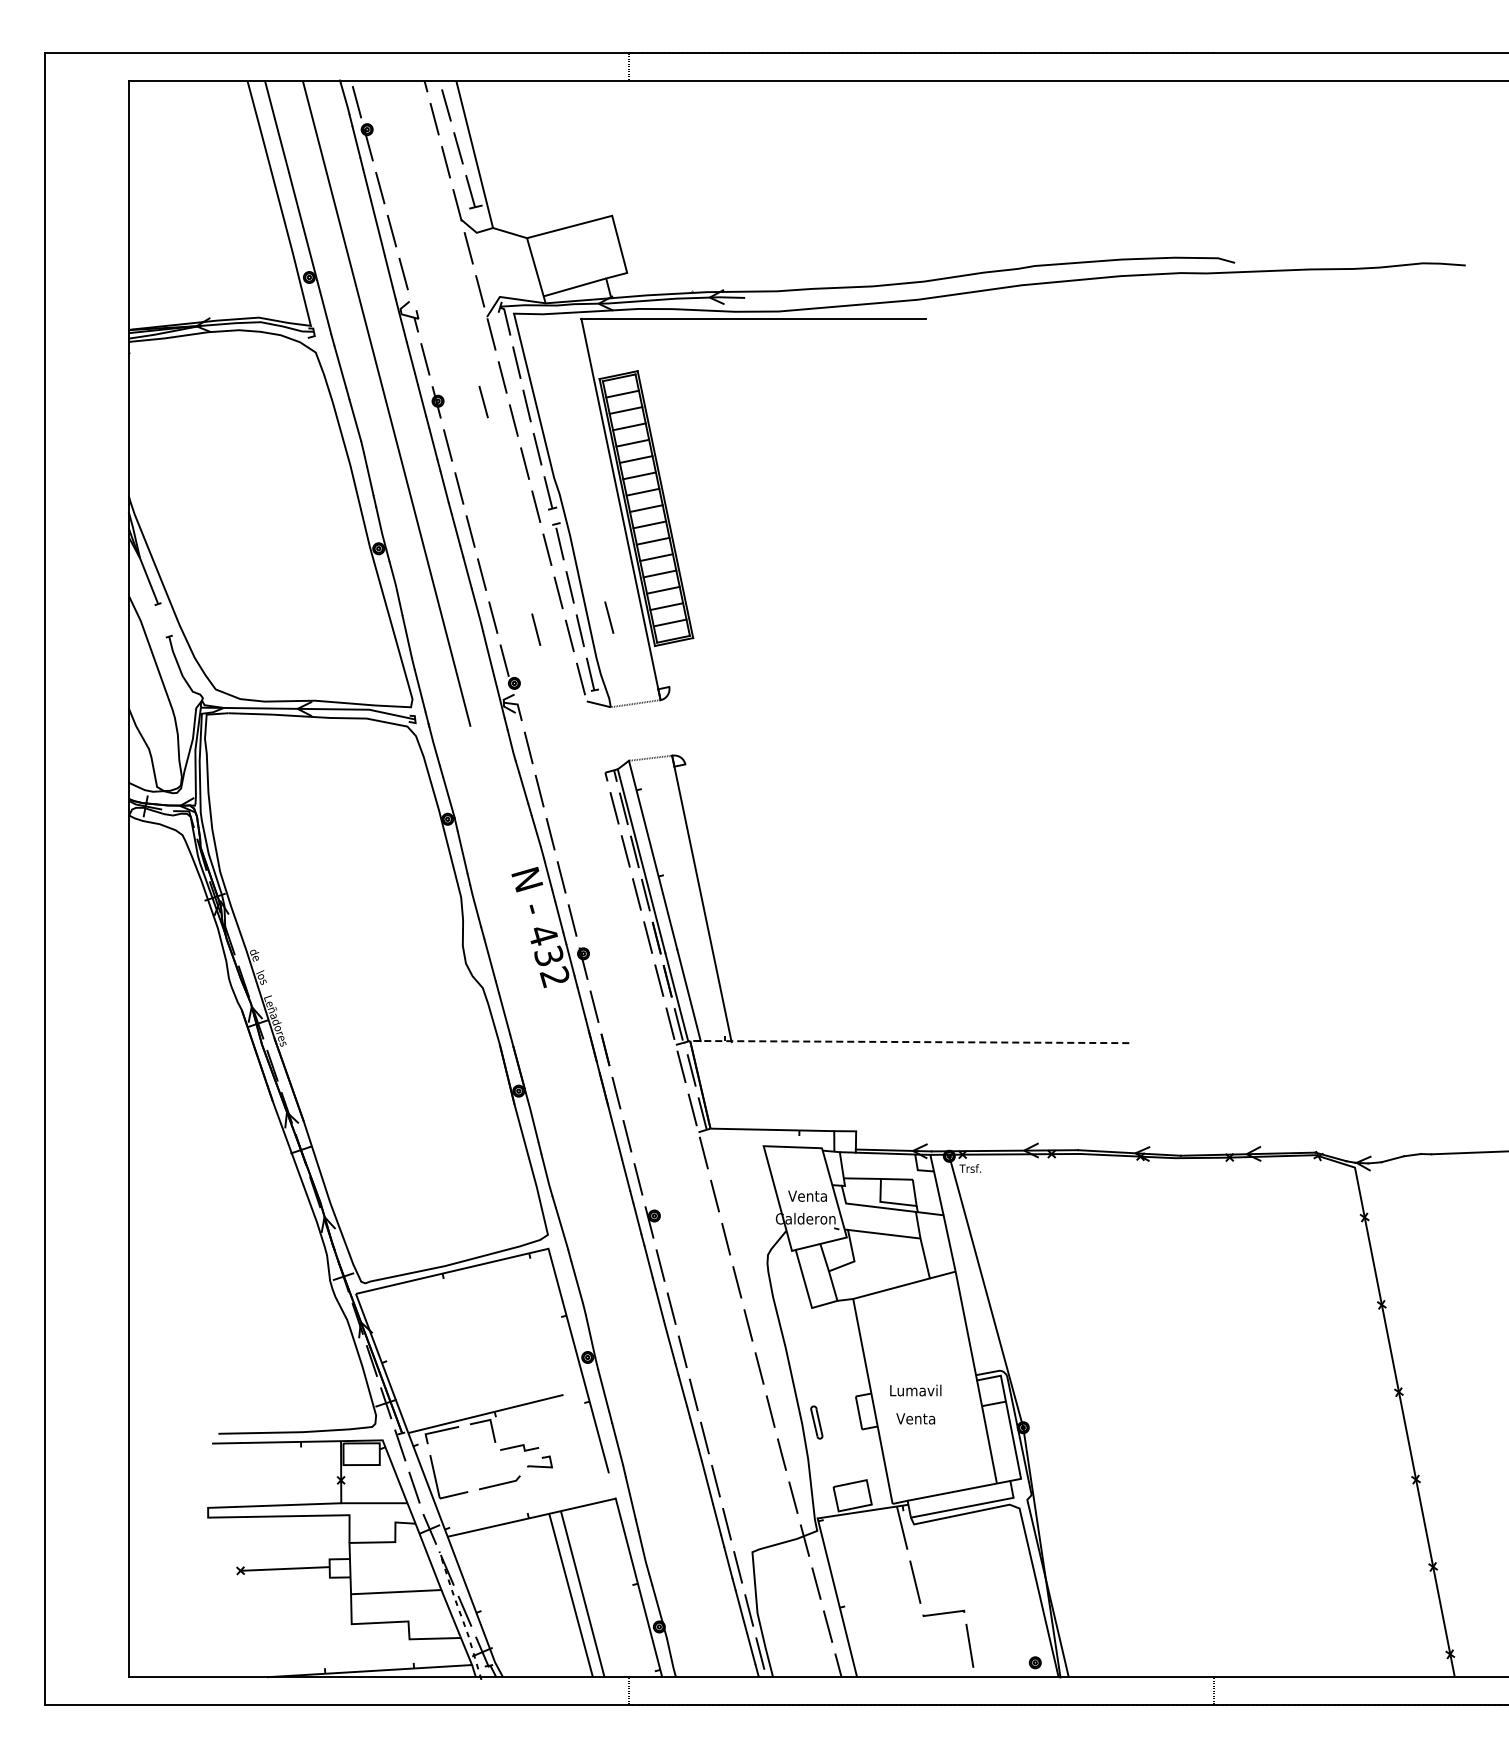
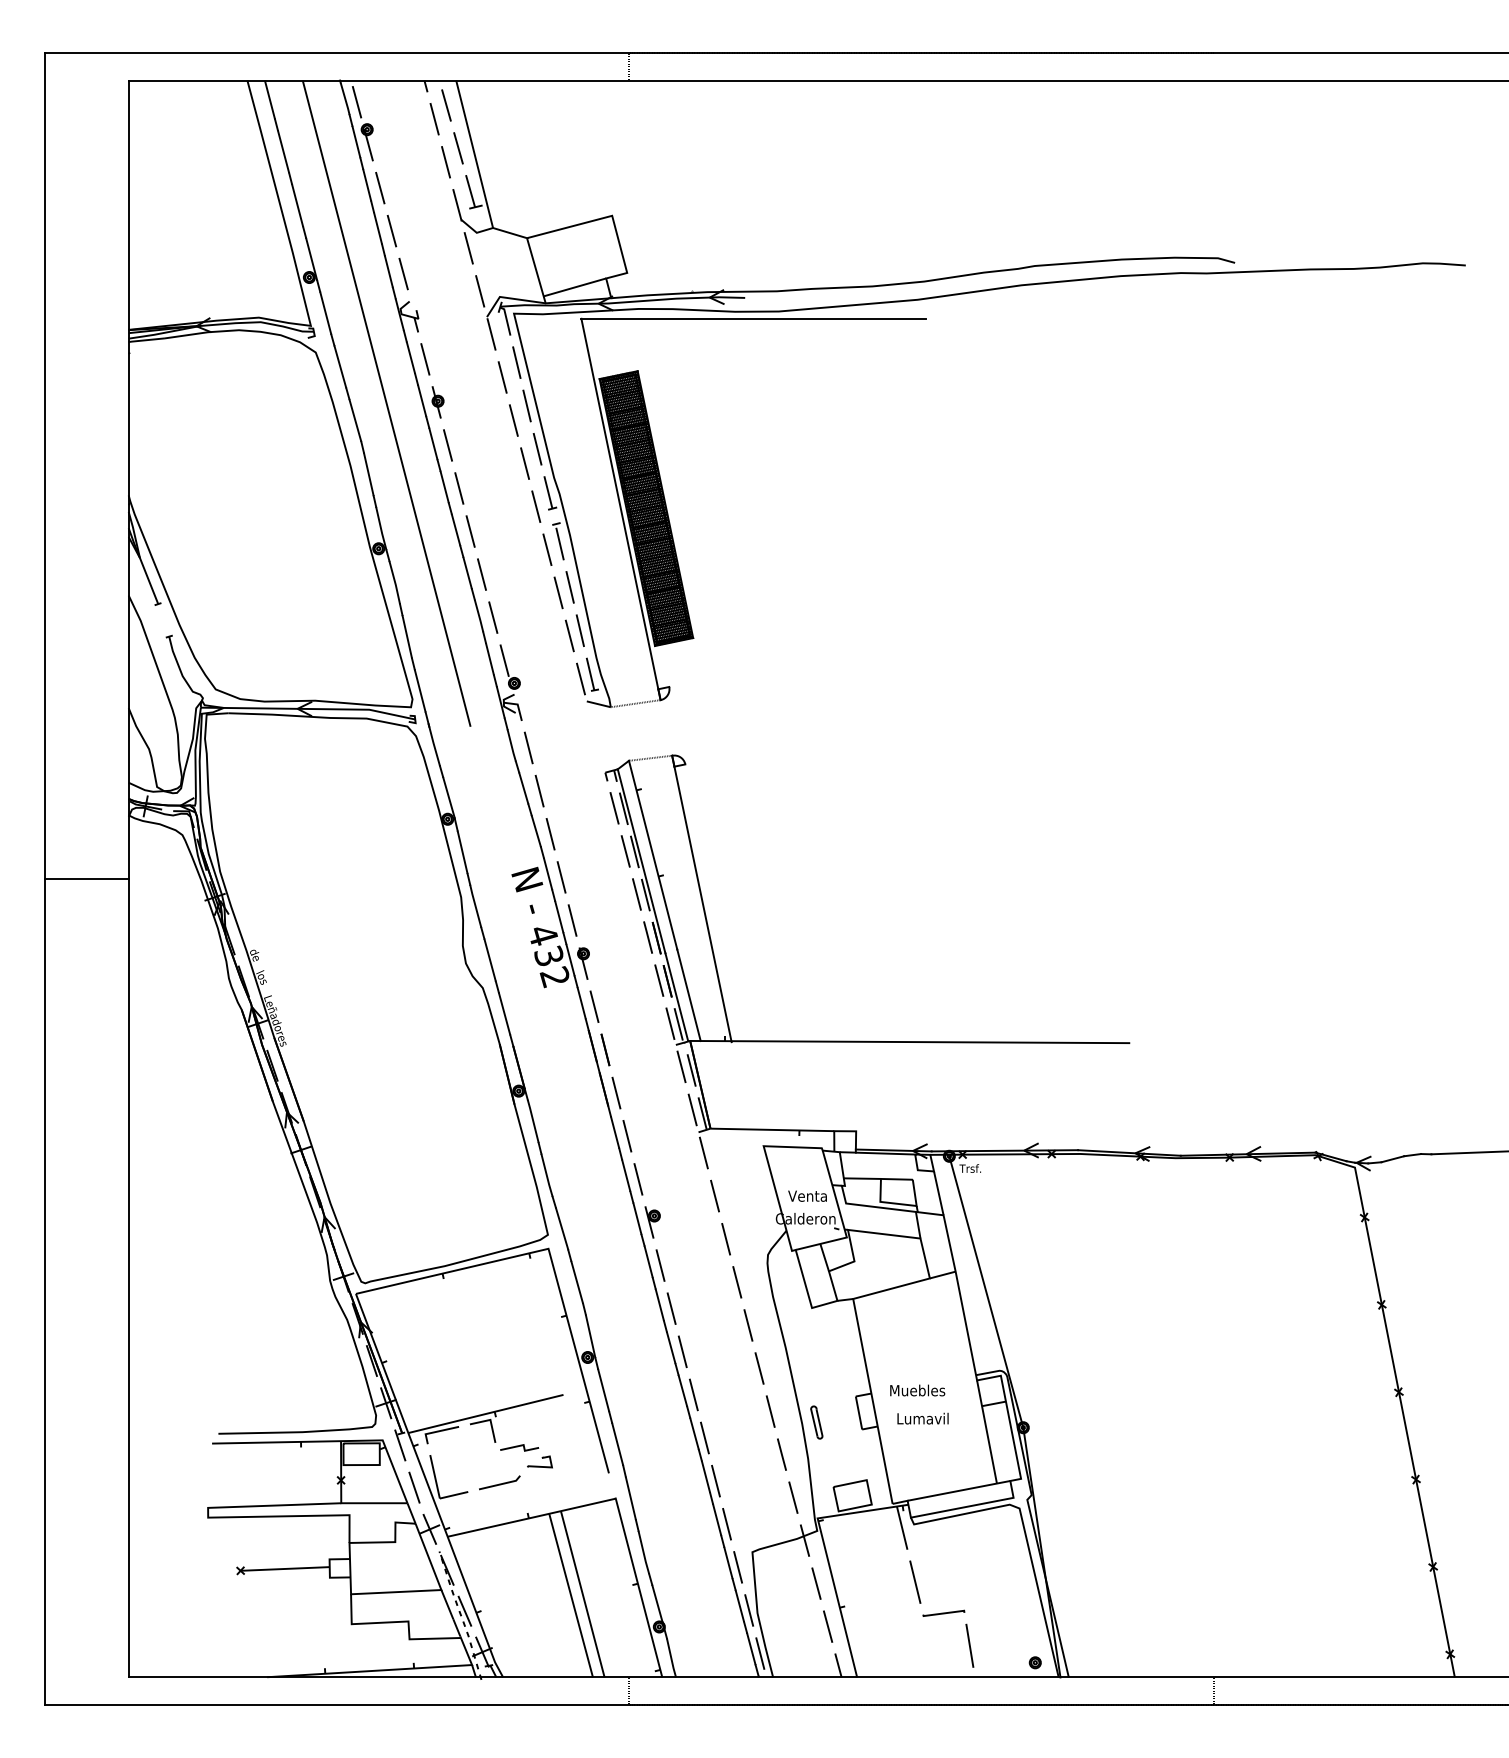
line at (483, 401): present -> none
hatch at (646, 508): none -> present
line at (609, 617): present -> none
line at (536, 629): present -> none
line at (86, 879): none -> present
line at (909, 1042): dashed -> solid
text at (918, 1390): Lumavil -> Muebles
text at (922, 1418): Venta -> Lumavil
